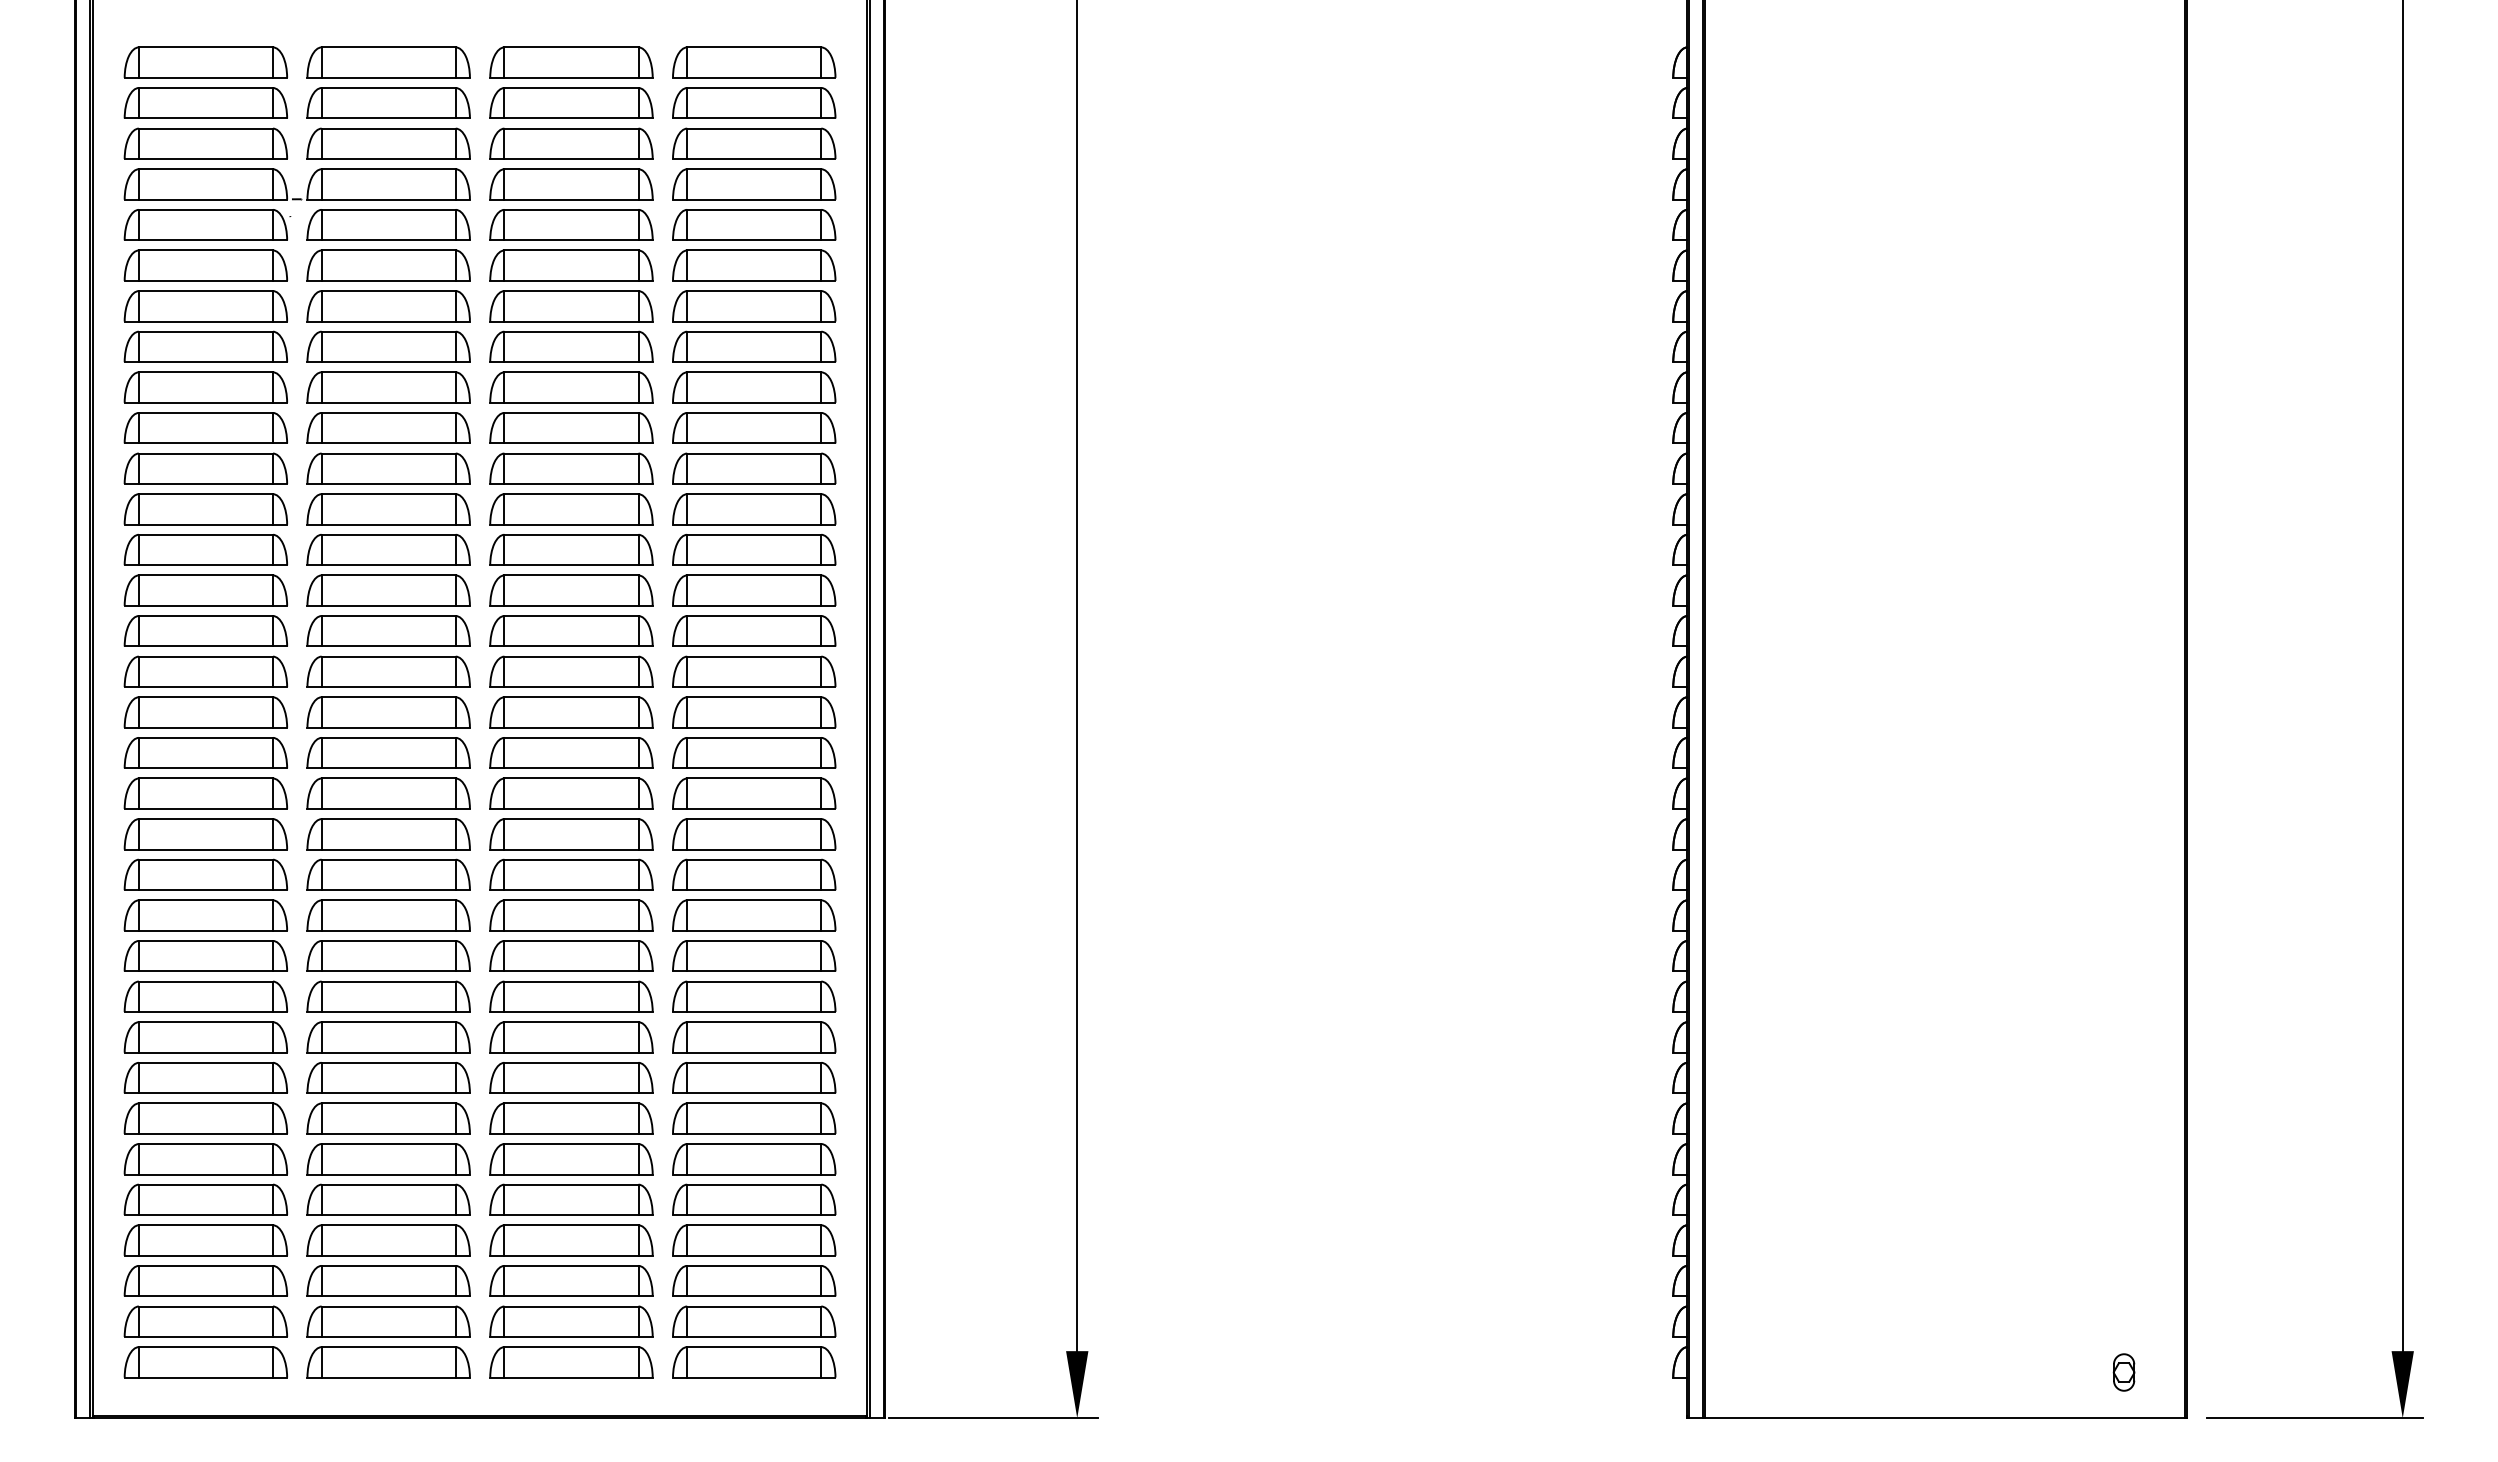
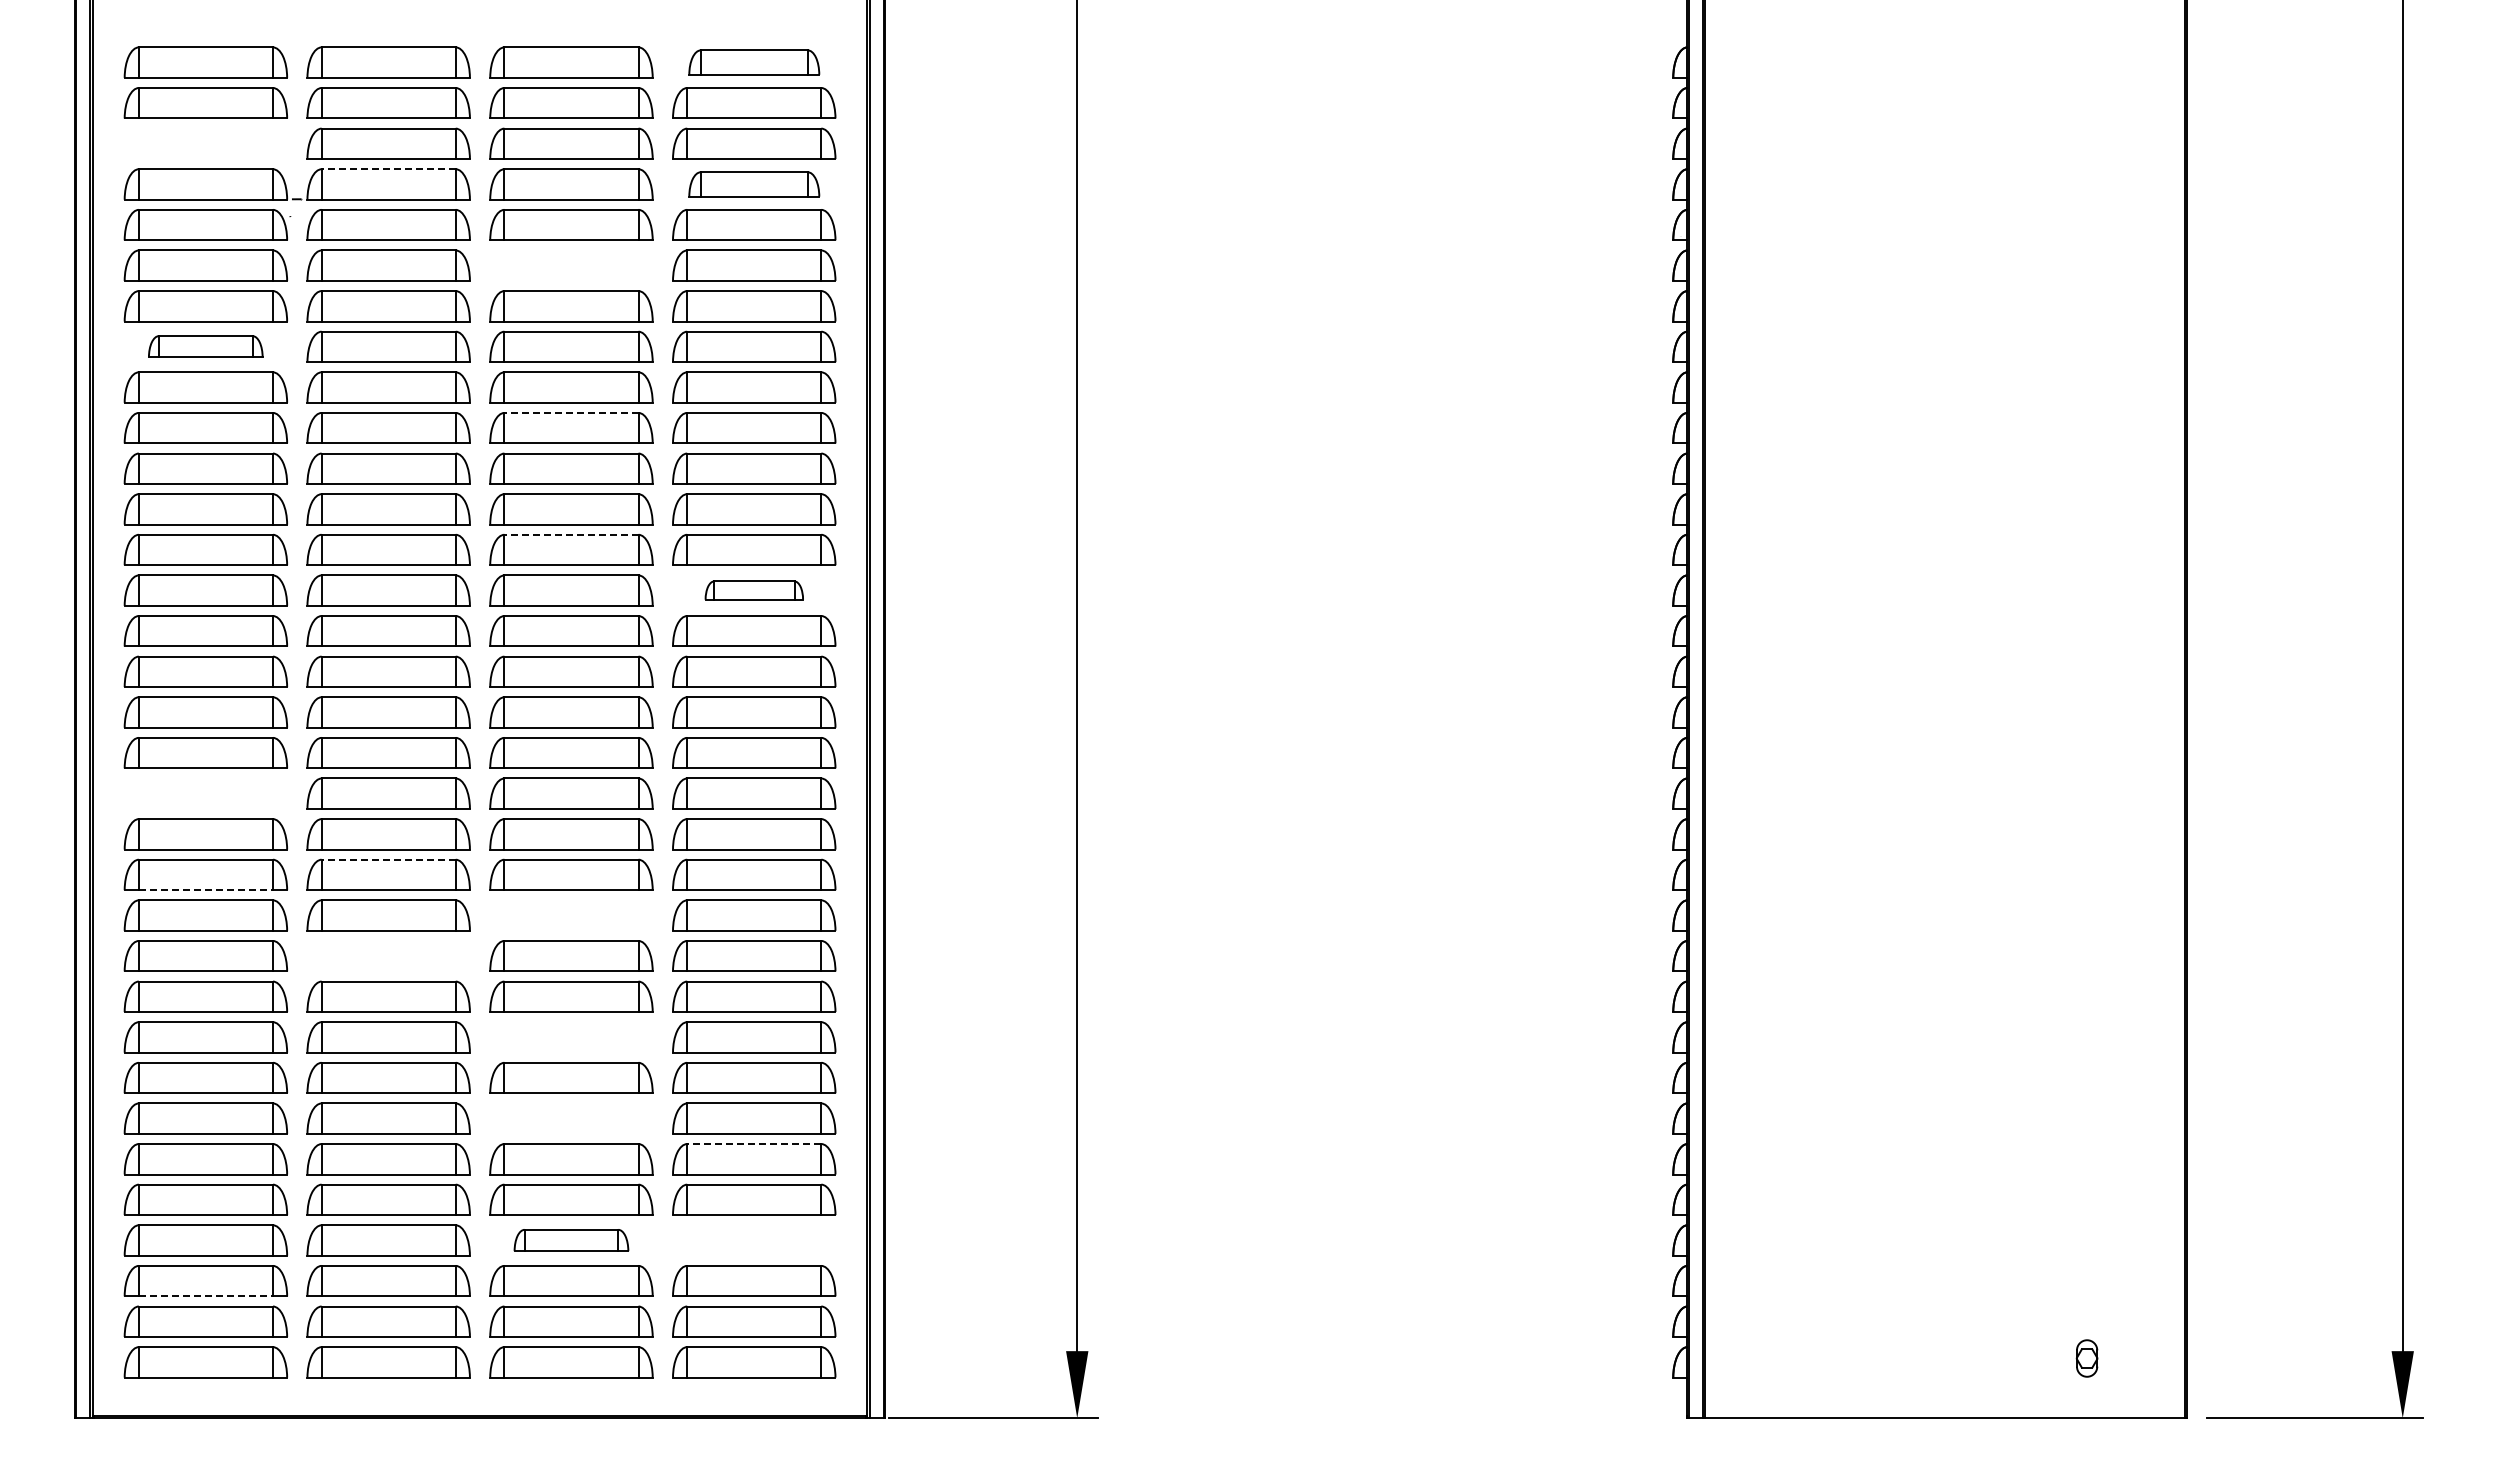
part at (754, 62) size: 165x33 px -> 133x27 px
part at (205, 143): present -> none
line at (388, 169): solid -> dashed
part at (754, 184) size: 165x33 px -> 133x27 px
part at (571, 265): present -> none
part at (205, 346) size: 165x33 px -> 116x23 px
line at (570, 412): solid -> dashed
line at (570, 534): solid -> dashed
part at (754, 590) size: 165x33 px -> 100x21 px
part at (205, 793): present -> none
line at (388, 859): solid -> dashed
line at (206, 890): solid -> dashed
part at (571, 915): present -> none
part at (388, 955): present -> none
part at (571, 1037): present -> none
part at (571, 1118): present -> none
line at (753, 1144): solid -> dashed
part at (571, 1240) size: 165x33 px -> 117x23 px
part at (754, 1240): present -> none
line at (206, 1296): solid -> dashed
part at (2123, 1372) position: (2123, 1372) -> (2086, 1358)
